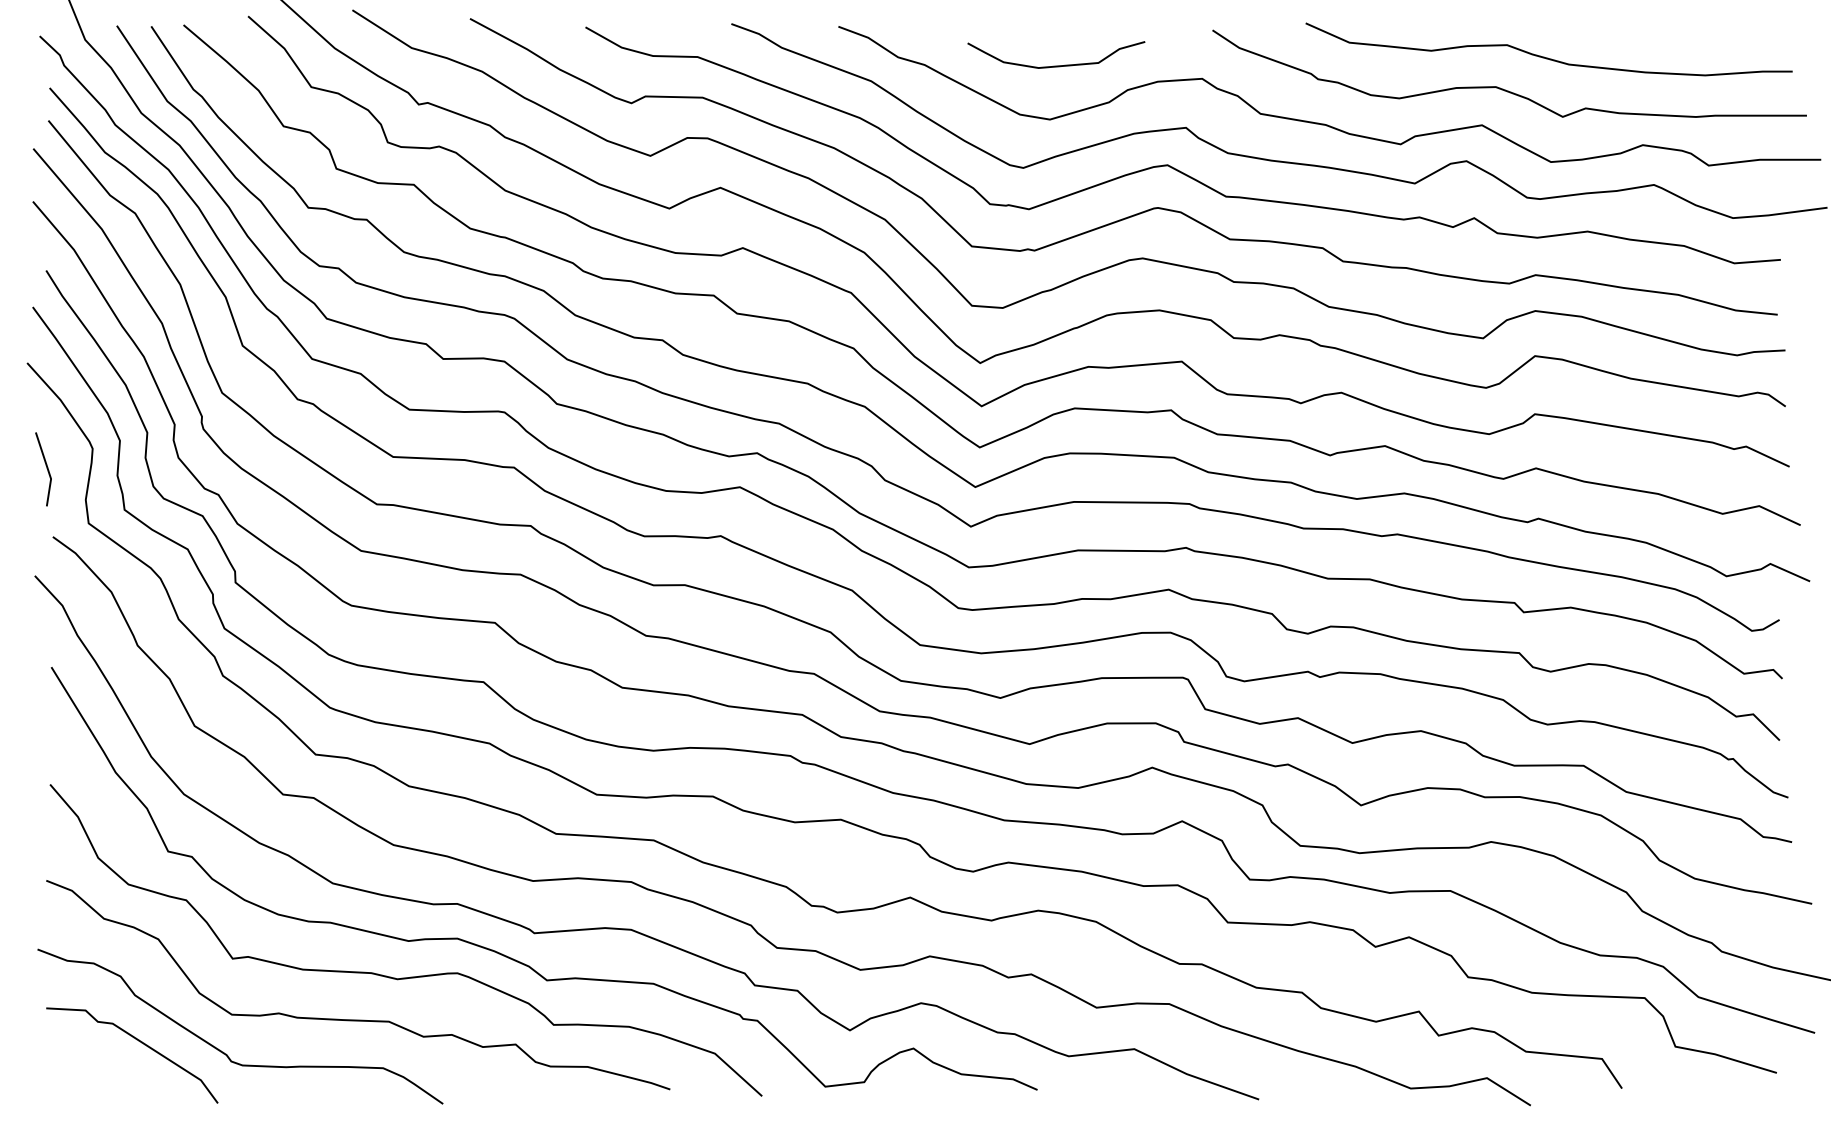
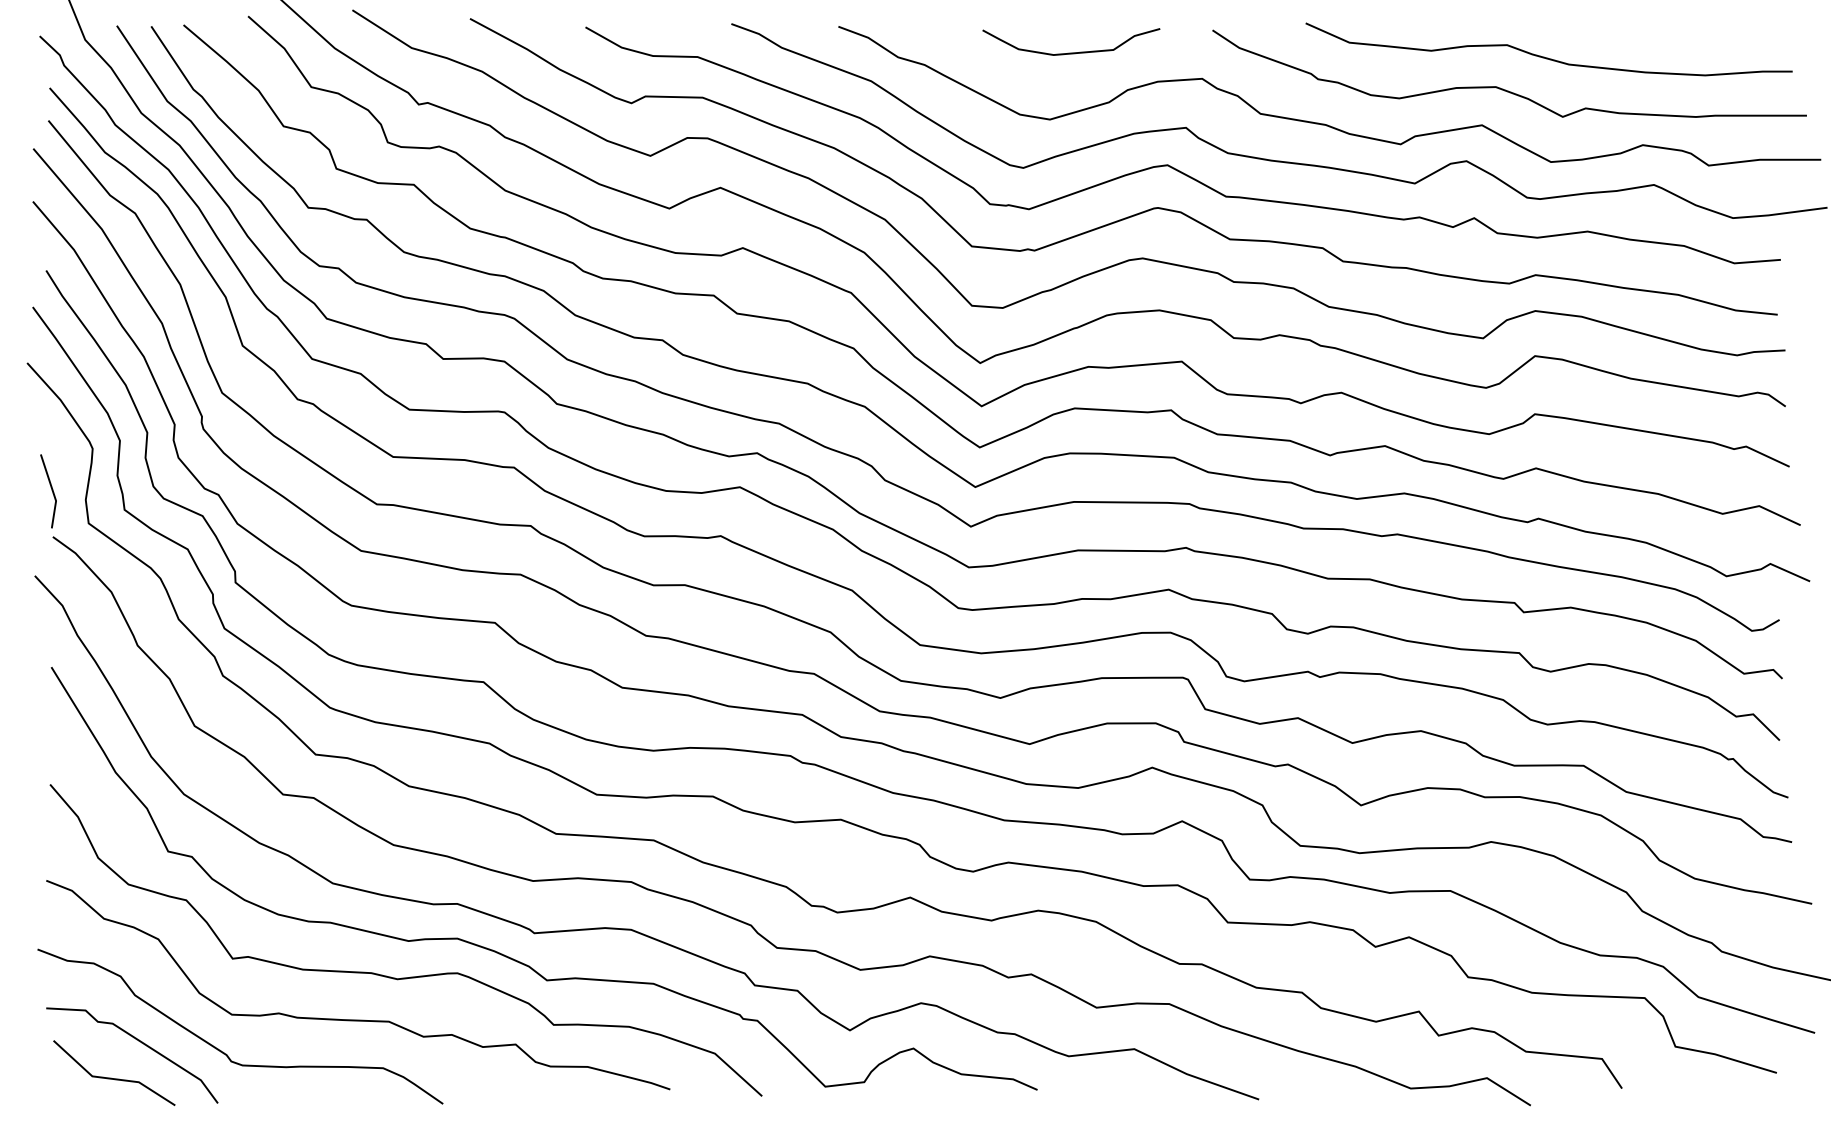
curve at (1056, 65) position: (1056, 65) -> (1071, 52)
line at (46, 468) position: (46, 468) -> (51, 490)
line at (111, 1077): none -> present
